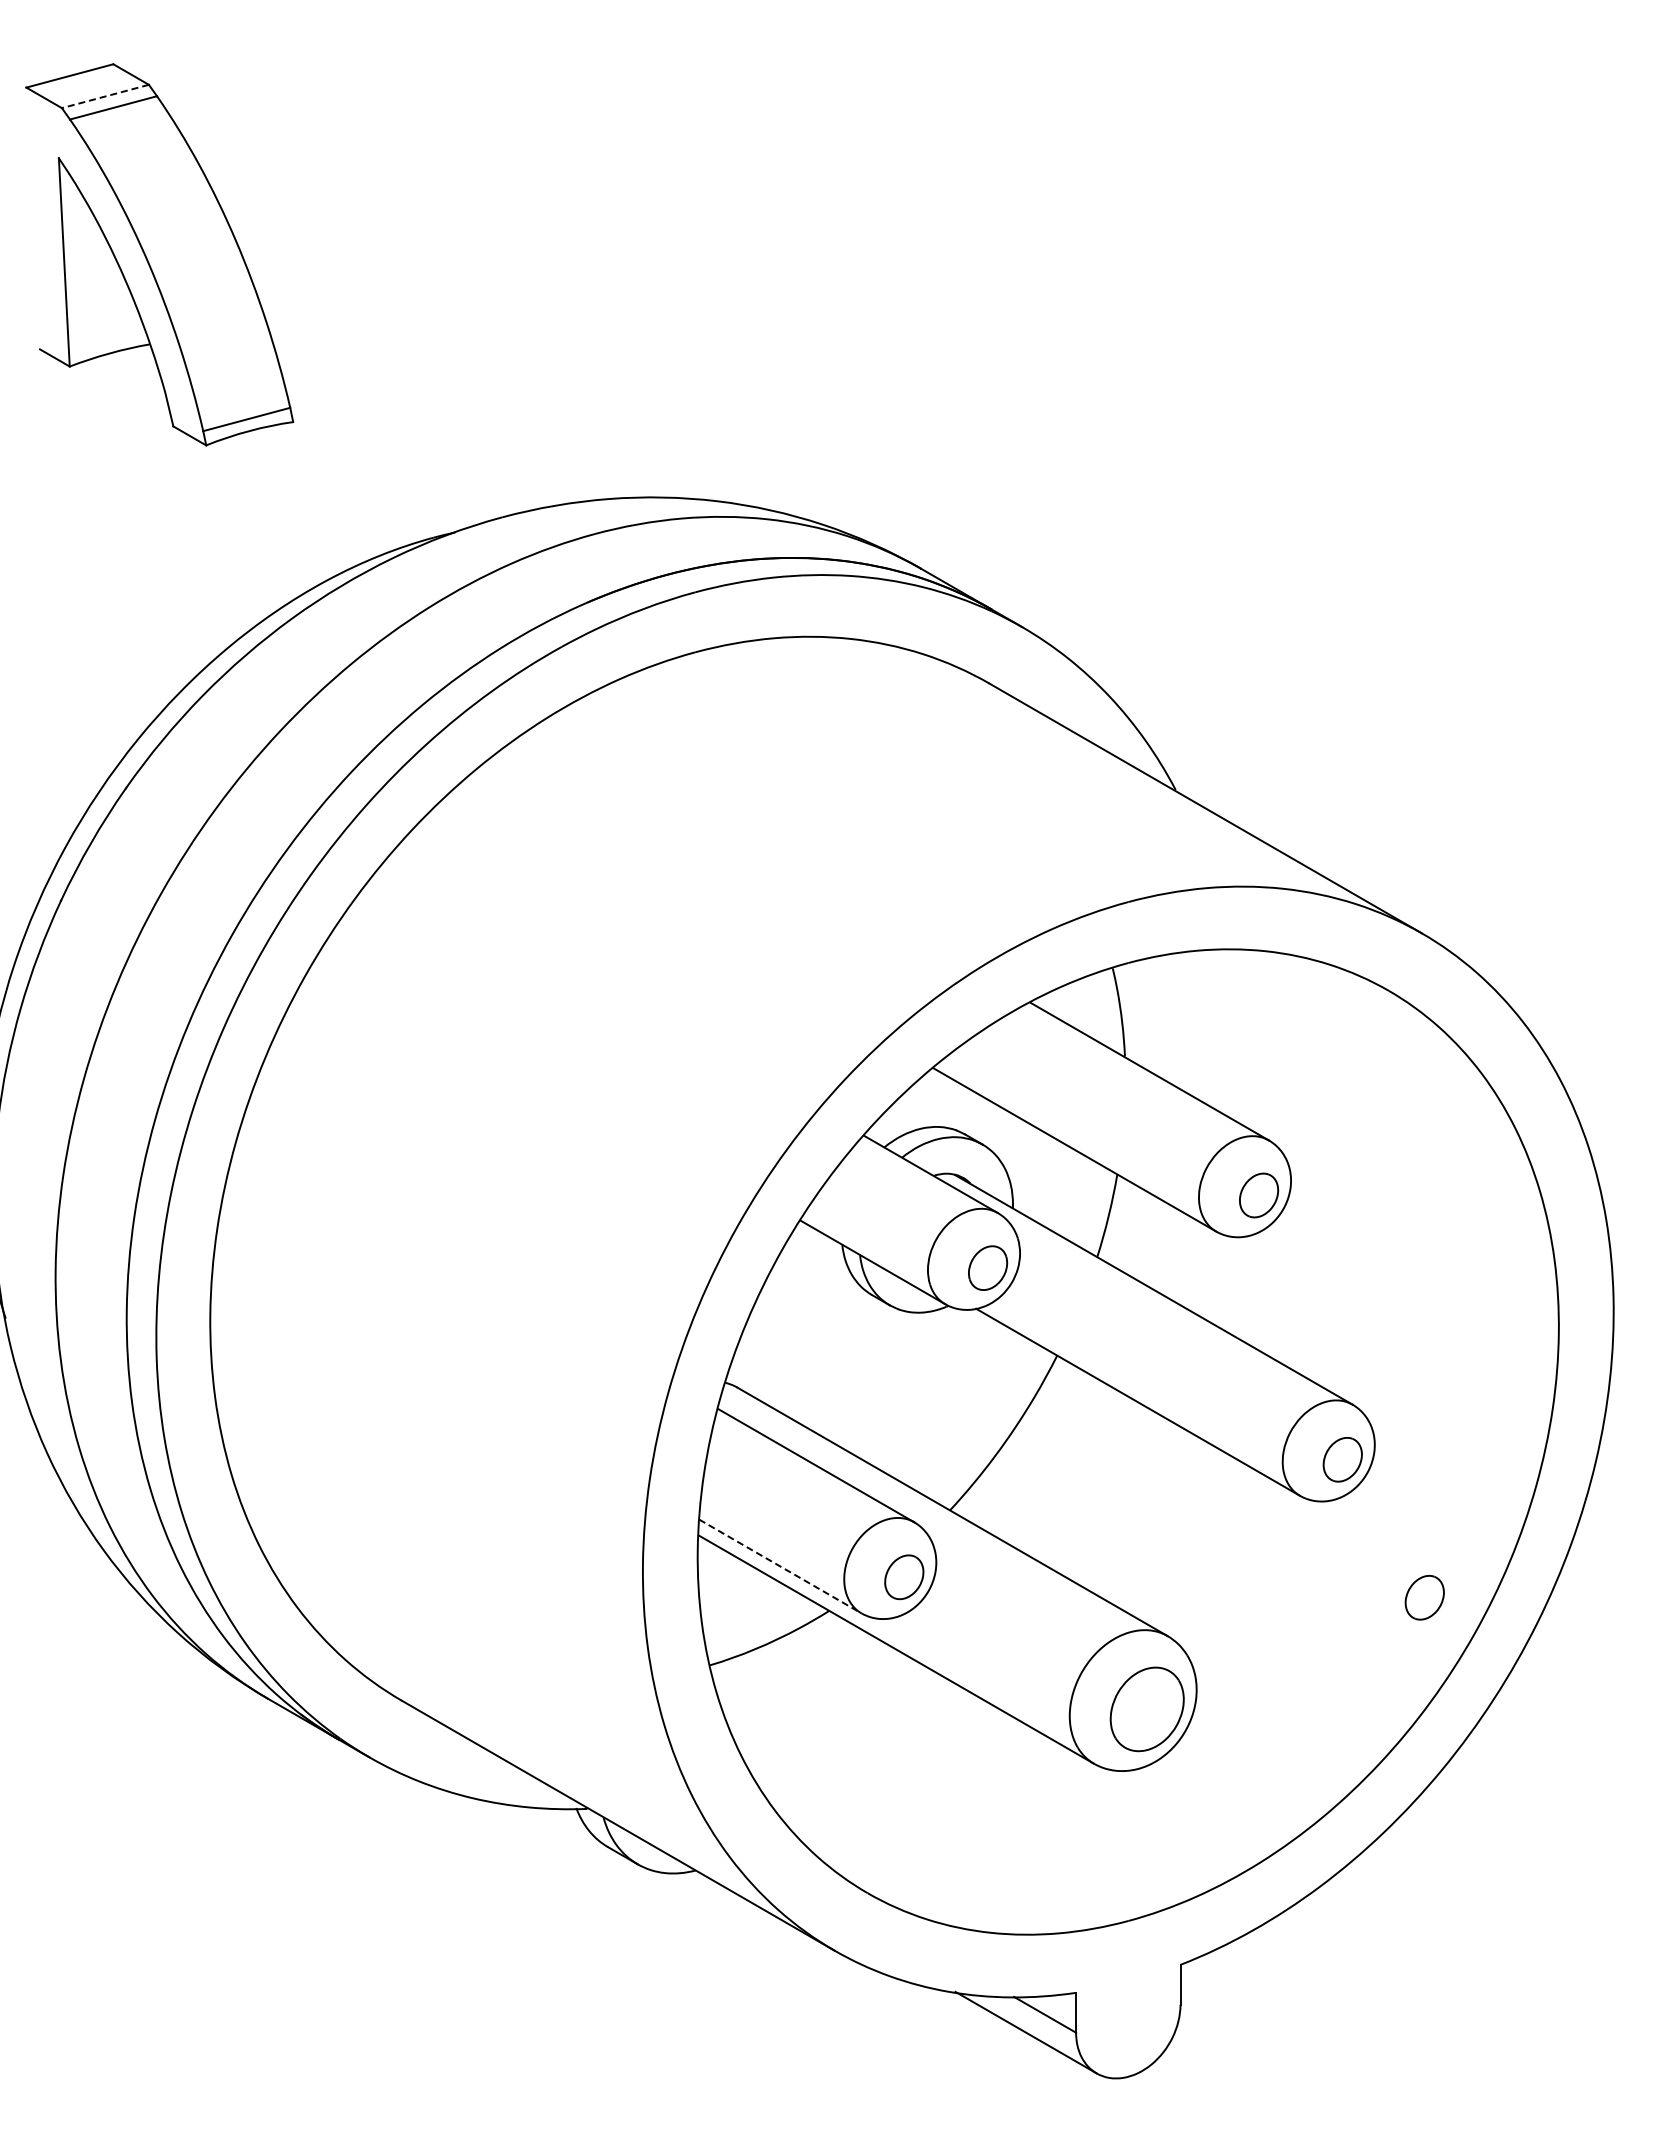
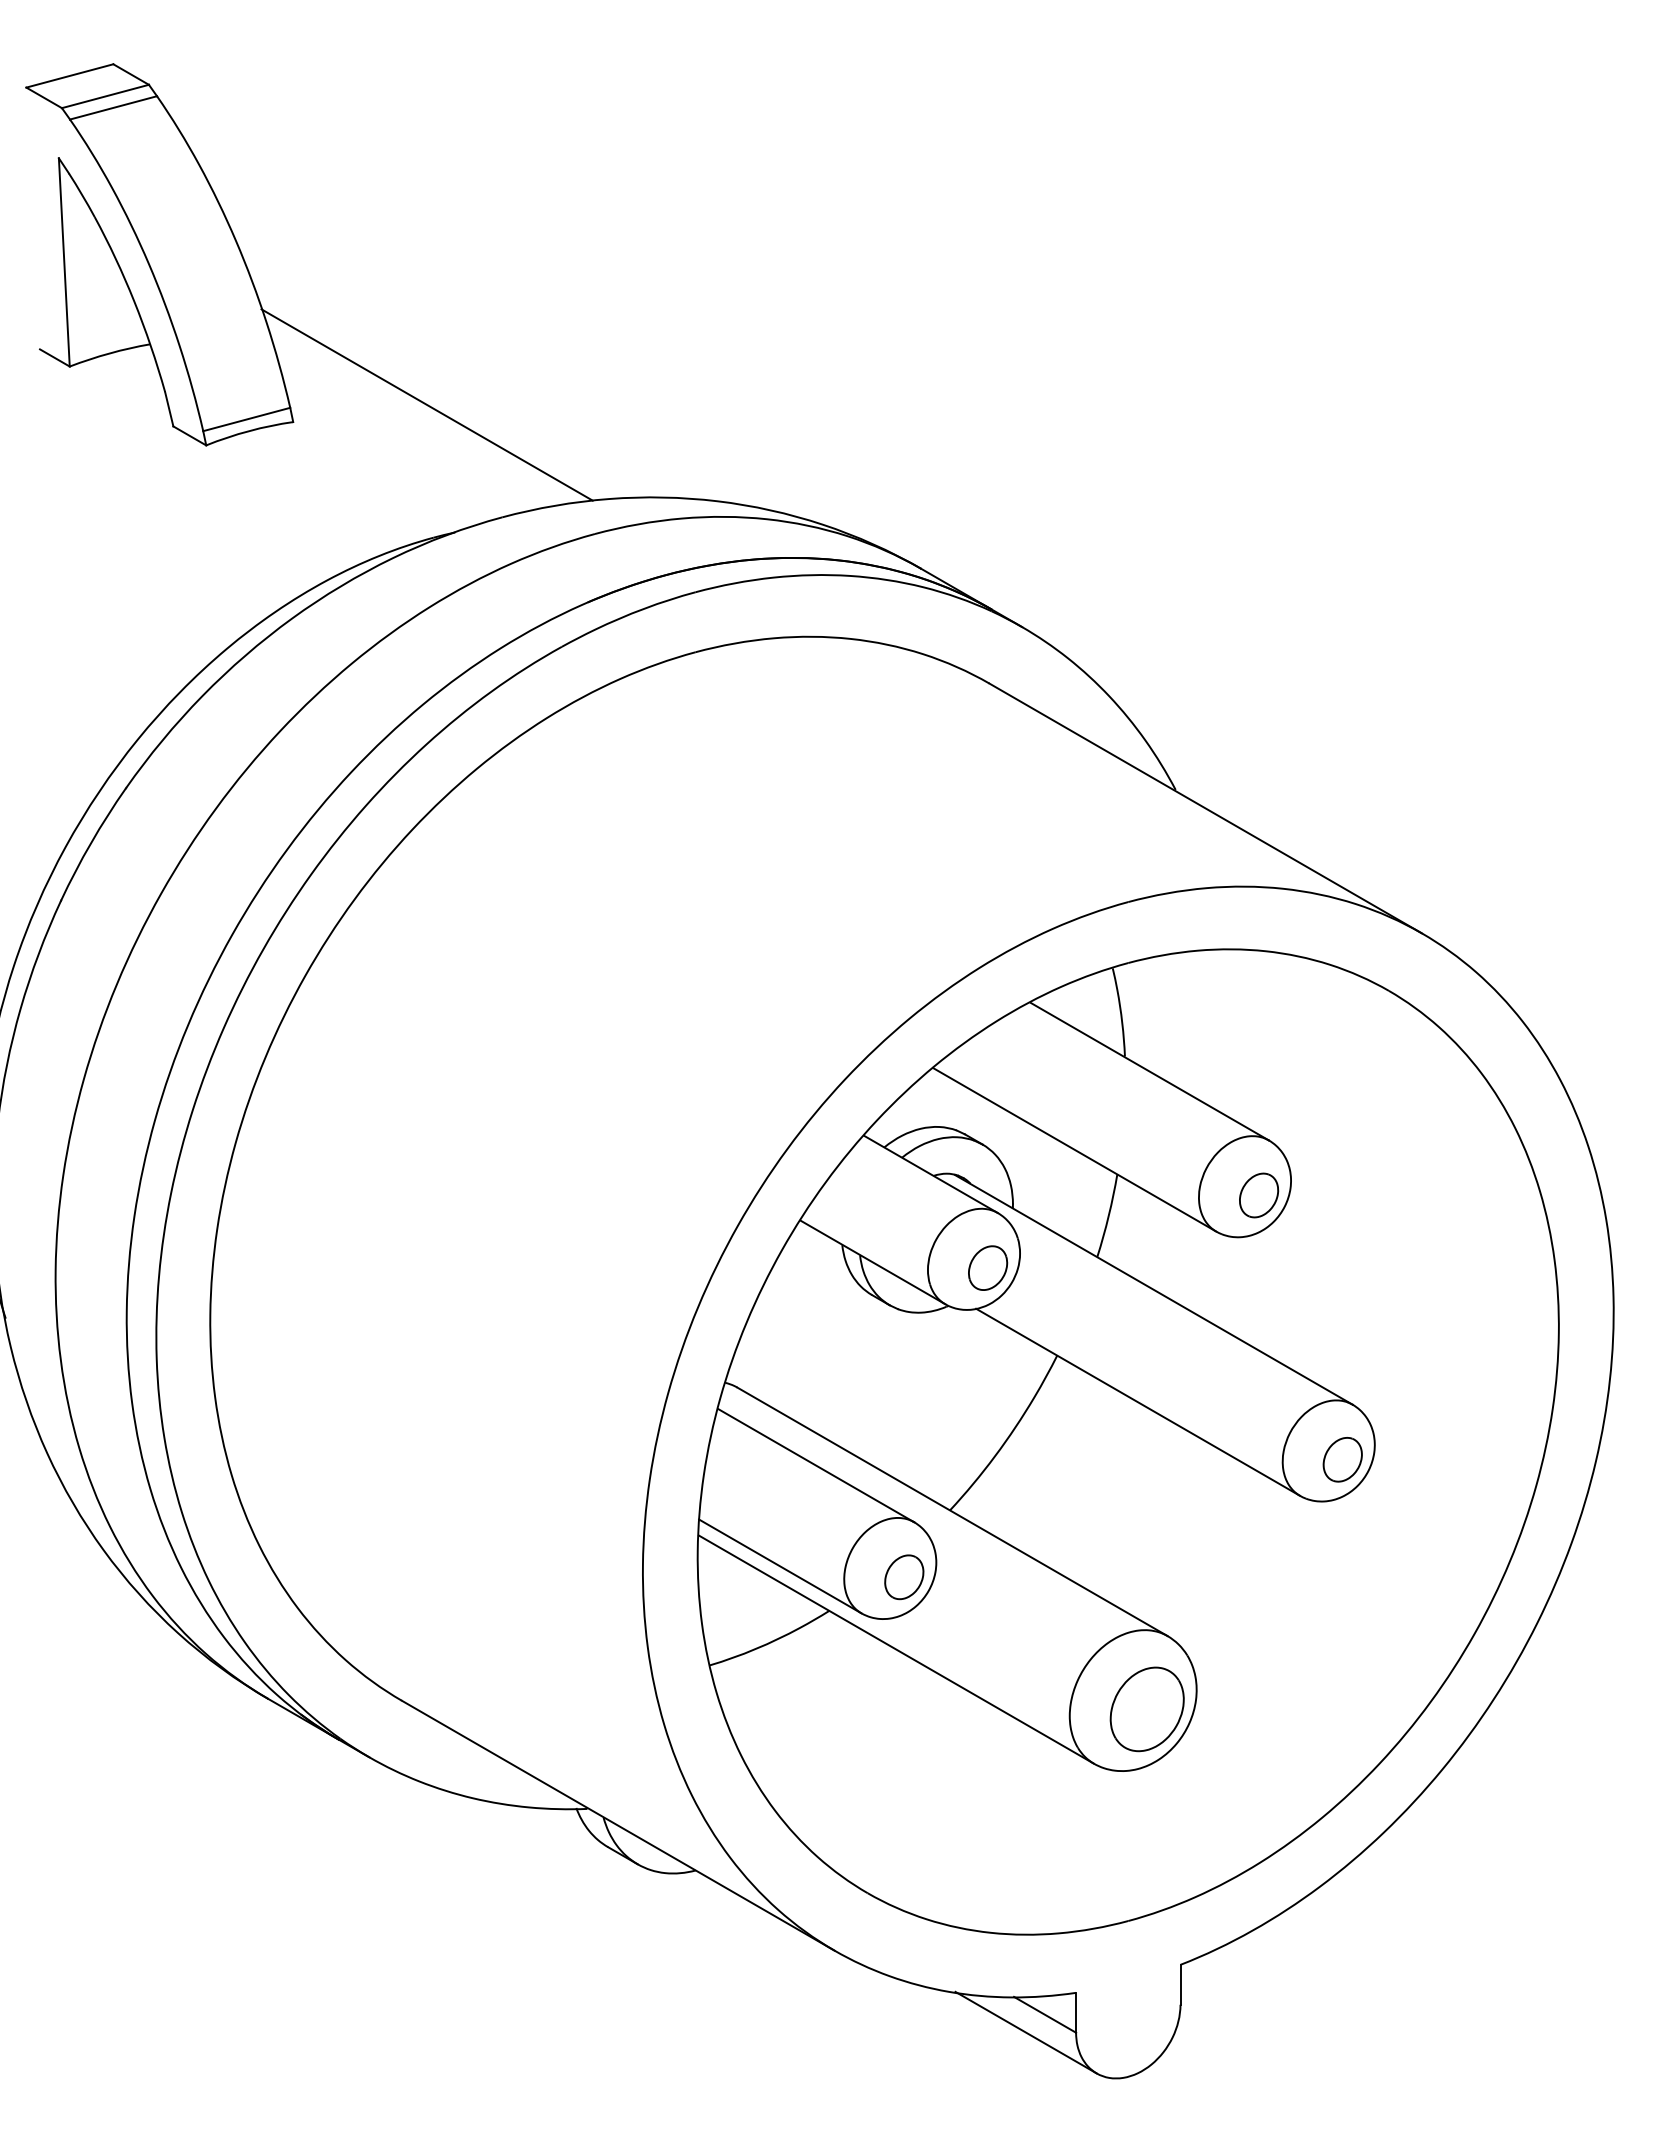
line at (104, 96): dashed -> solid
line at (426, 404): none -> present
line at (780, 1566): dashed -> solid
part at (1424, 1597): present -> none
